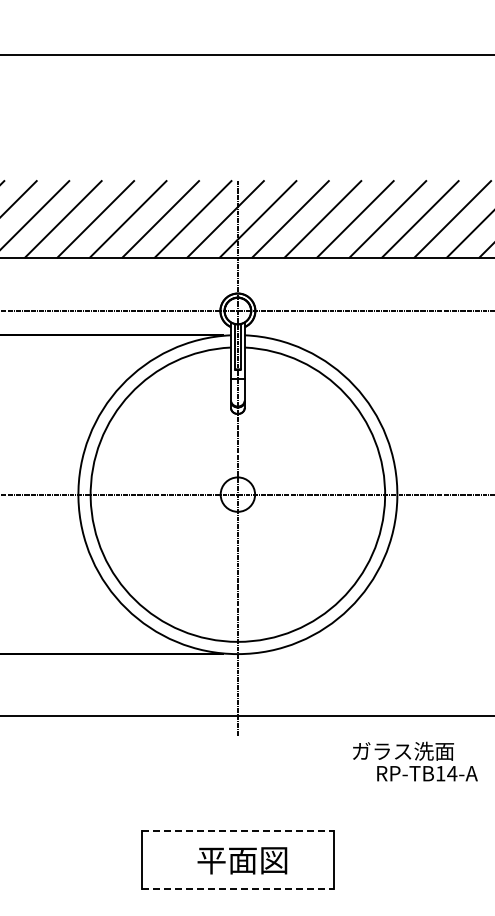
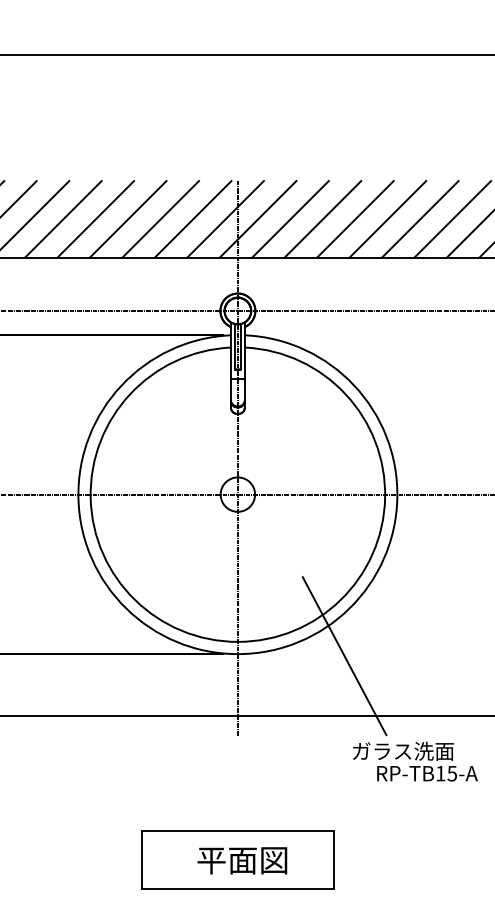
line at (344, 656): none -> present
text at (452, 773): RP-TB14-A -> RP-TB15-A
line at (237, 831): dashed -> solid
line at (237, 888): dashed -> solid
